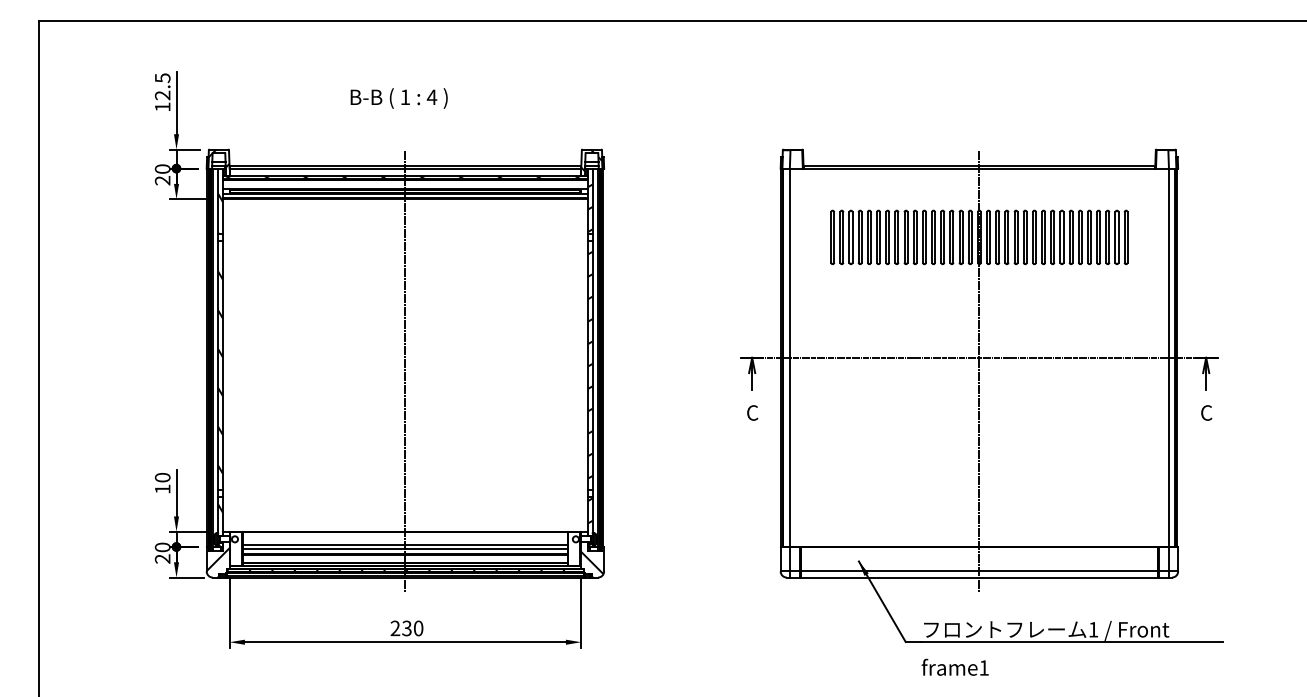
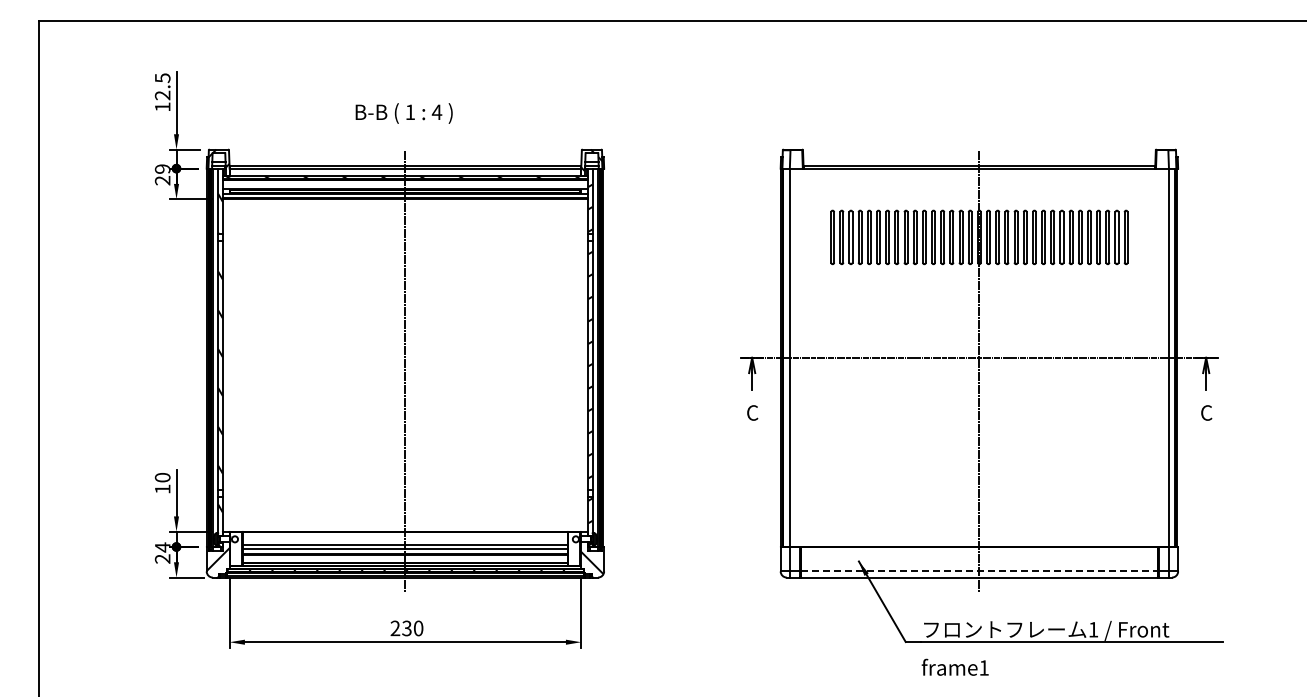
text at (398, 98) position: (398, 98) -> (403, 113)
text at (162, 168): 20 -> 29
text at (162, 547): 20 -> 24
line at (979, 571): solid -> dashed
